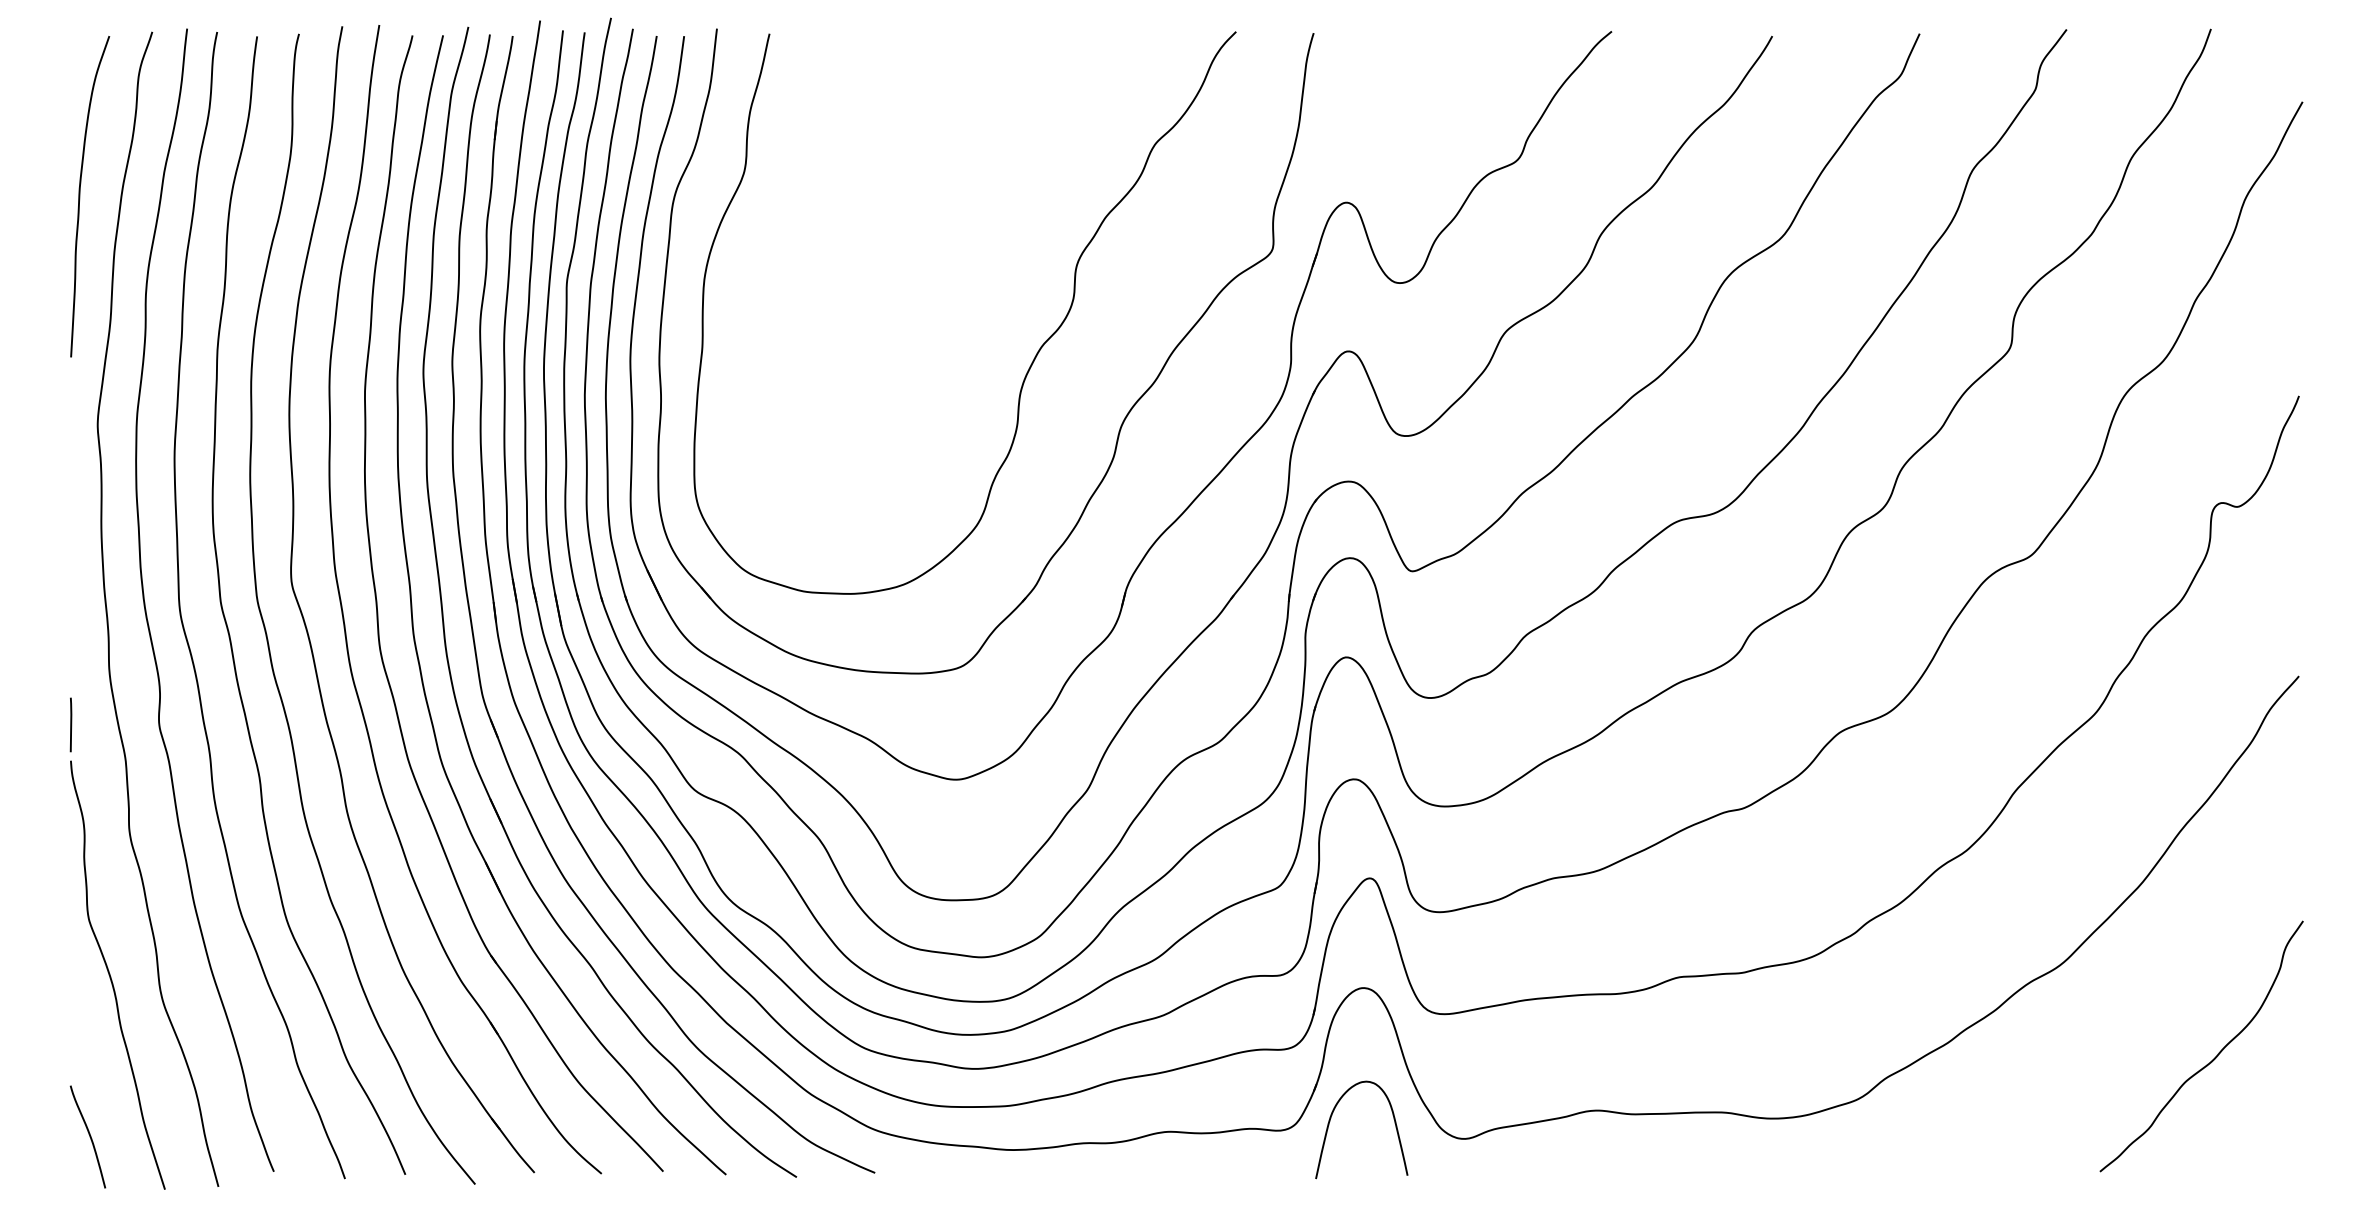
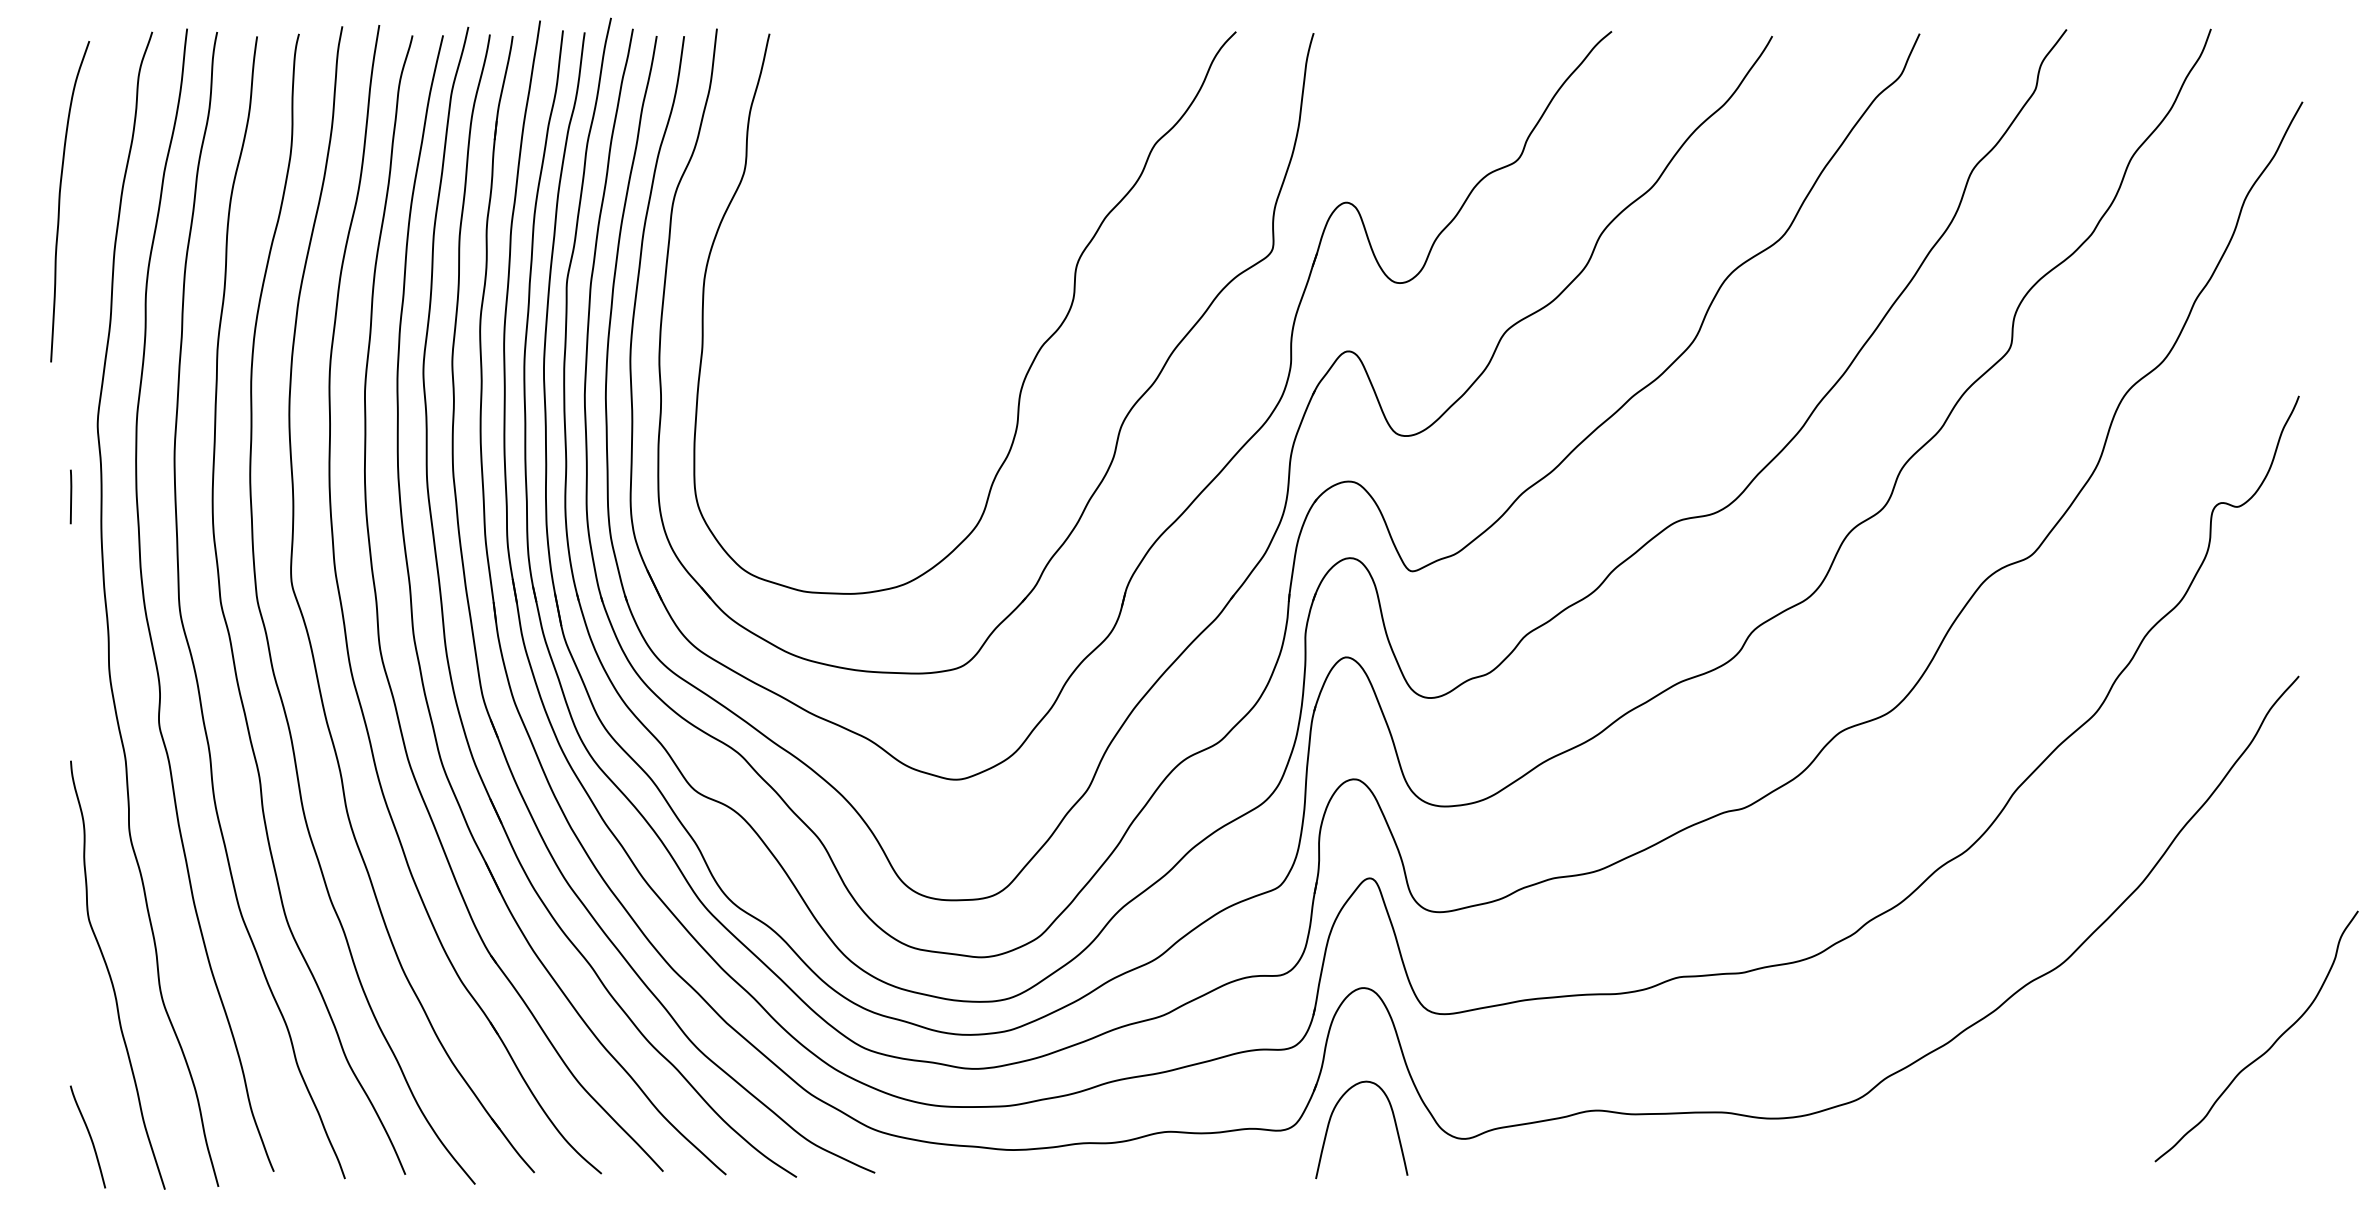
curve at (80, 196) position: (80, 196) -> (60, 201)
line at (70, 724) position: (70, 724) -> (70, 496)
curve at (2213, 1058) position: (2213, 1058) -> (2268, 1048)
